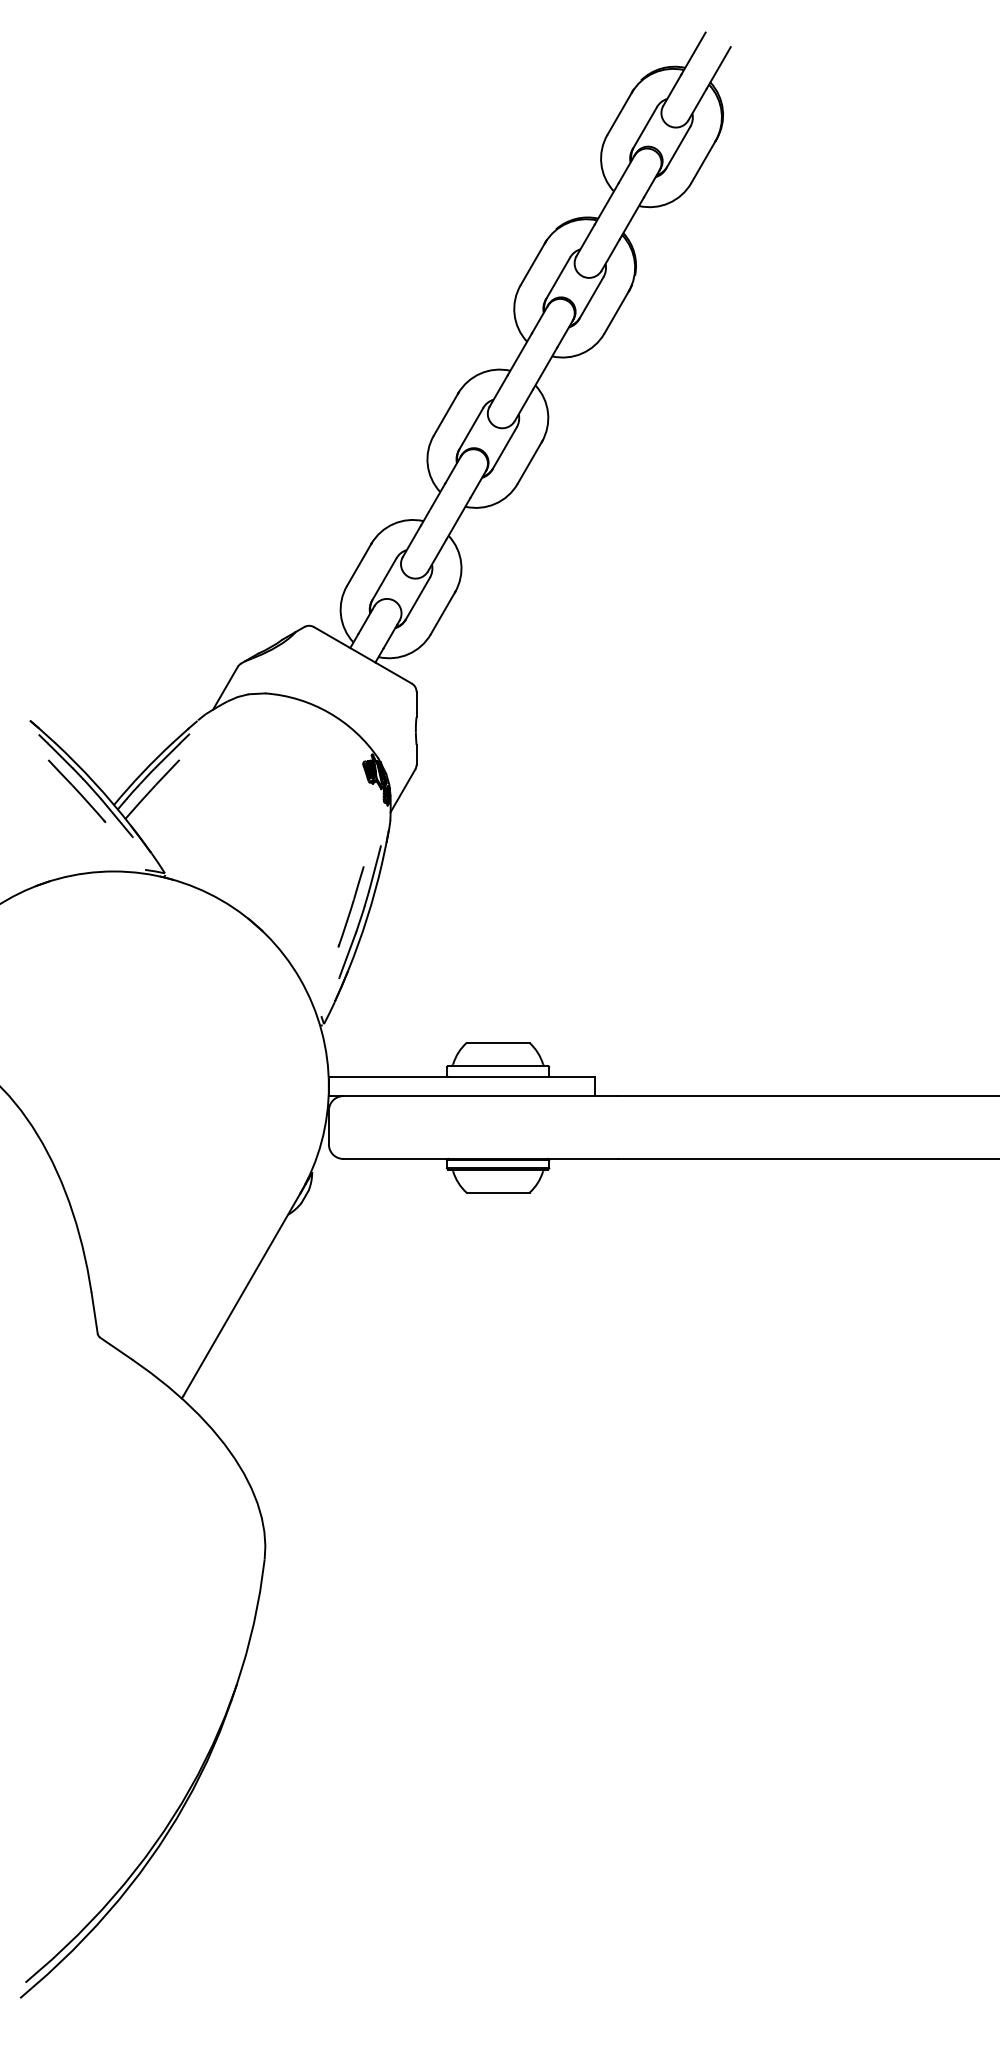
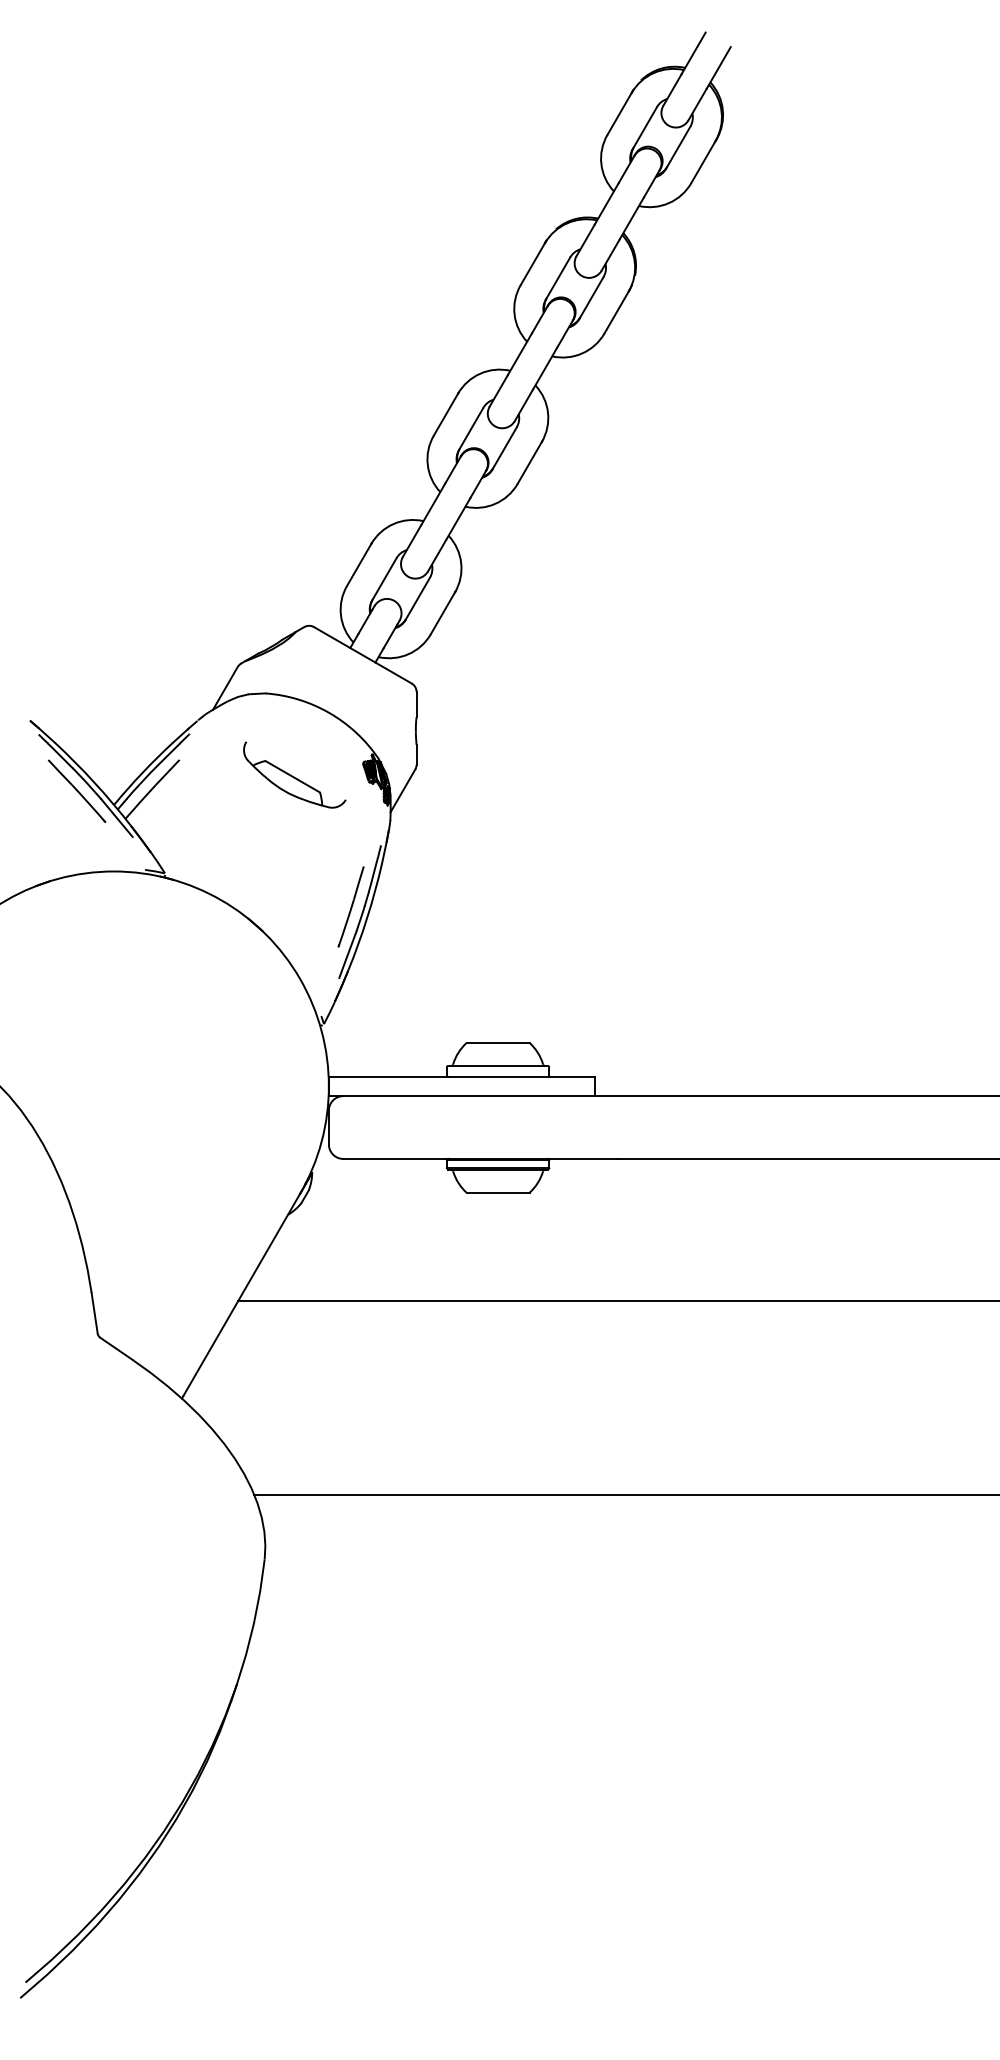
part at (294, 774): none -> present
line at (617, 1301): none -> present
line at (625, 1494): none -> present
